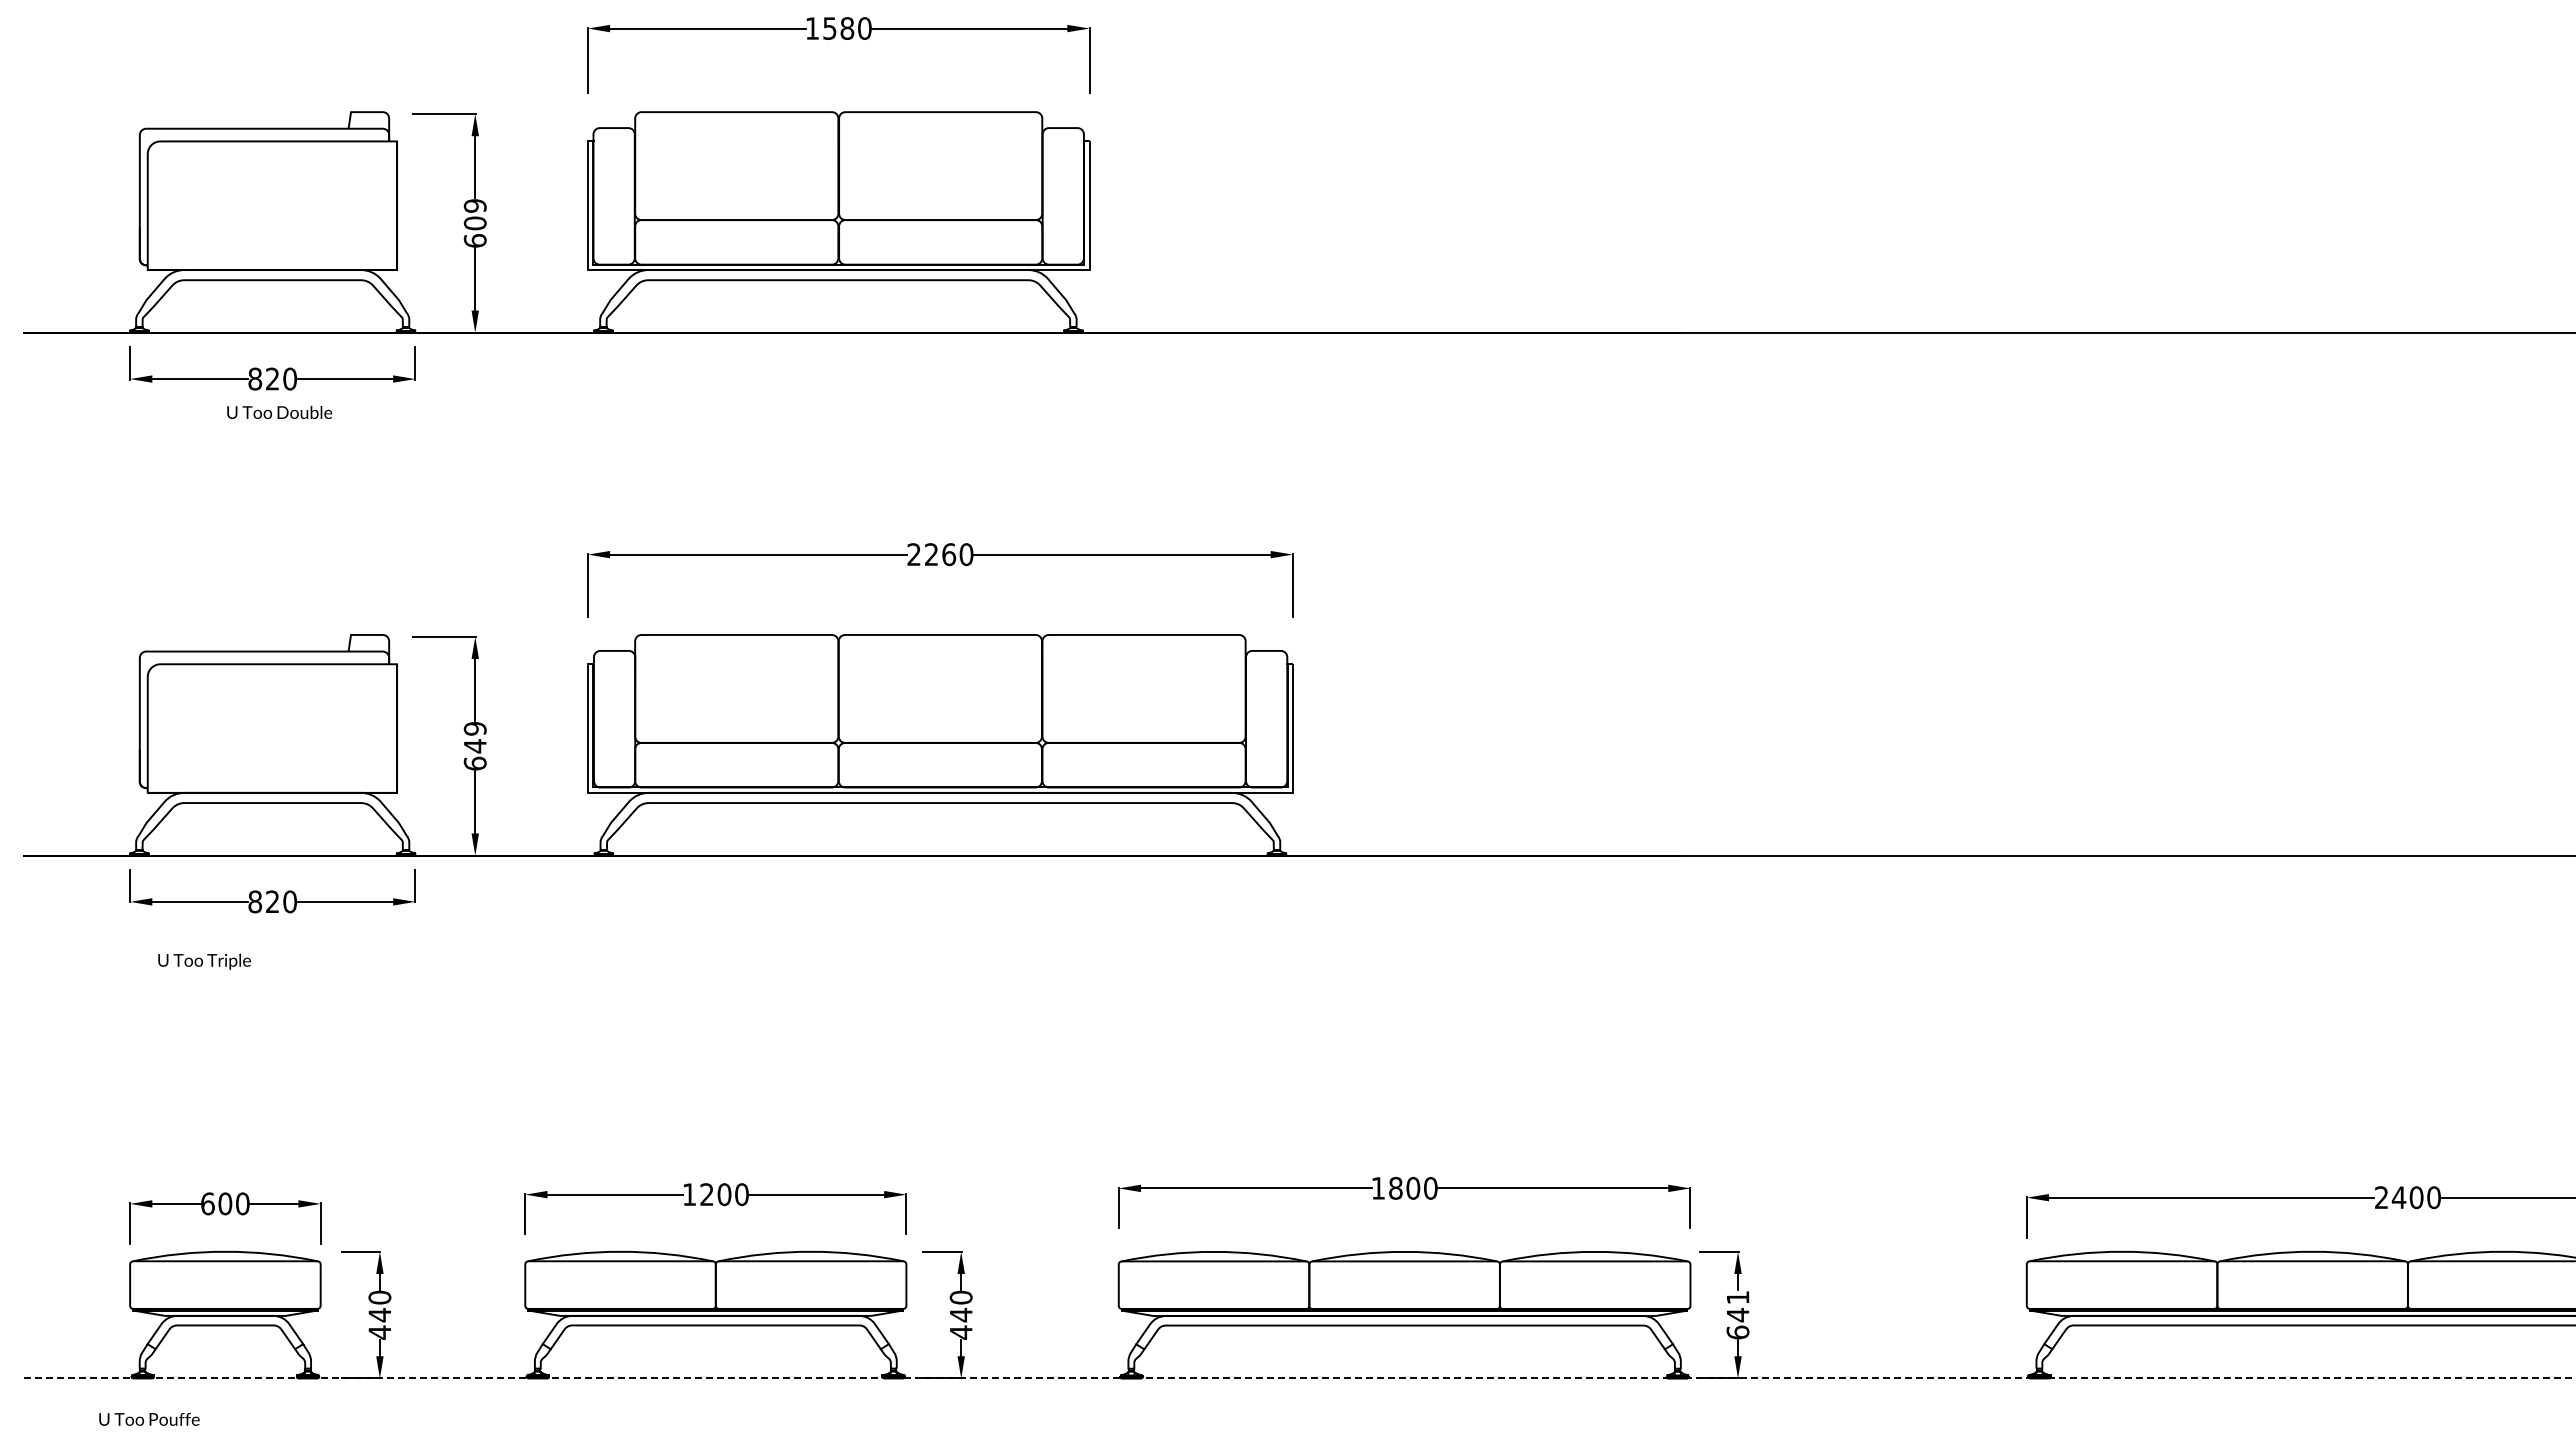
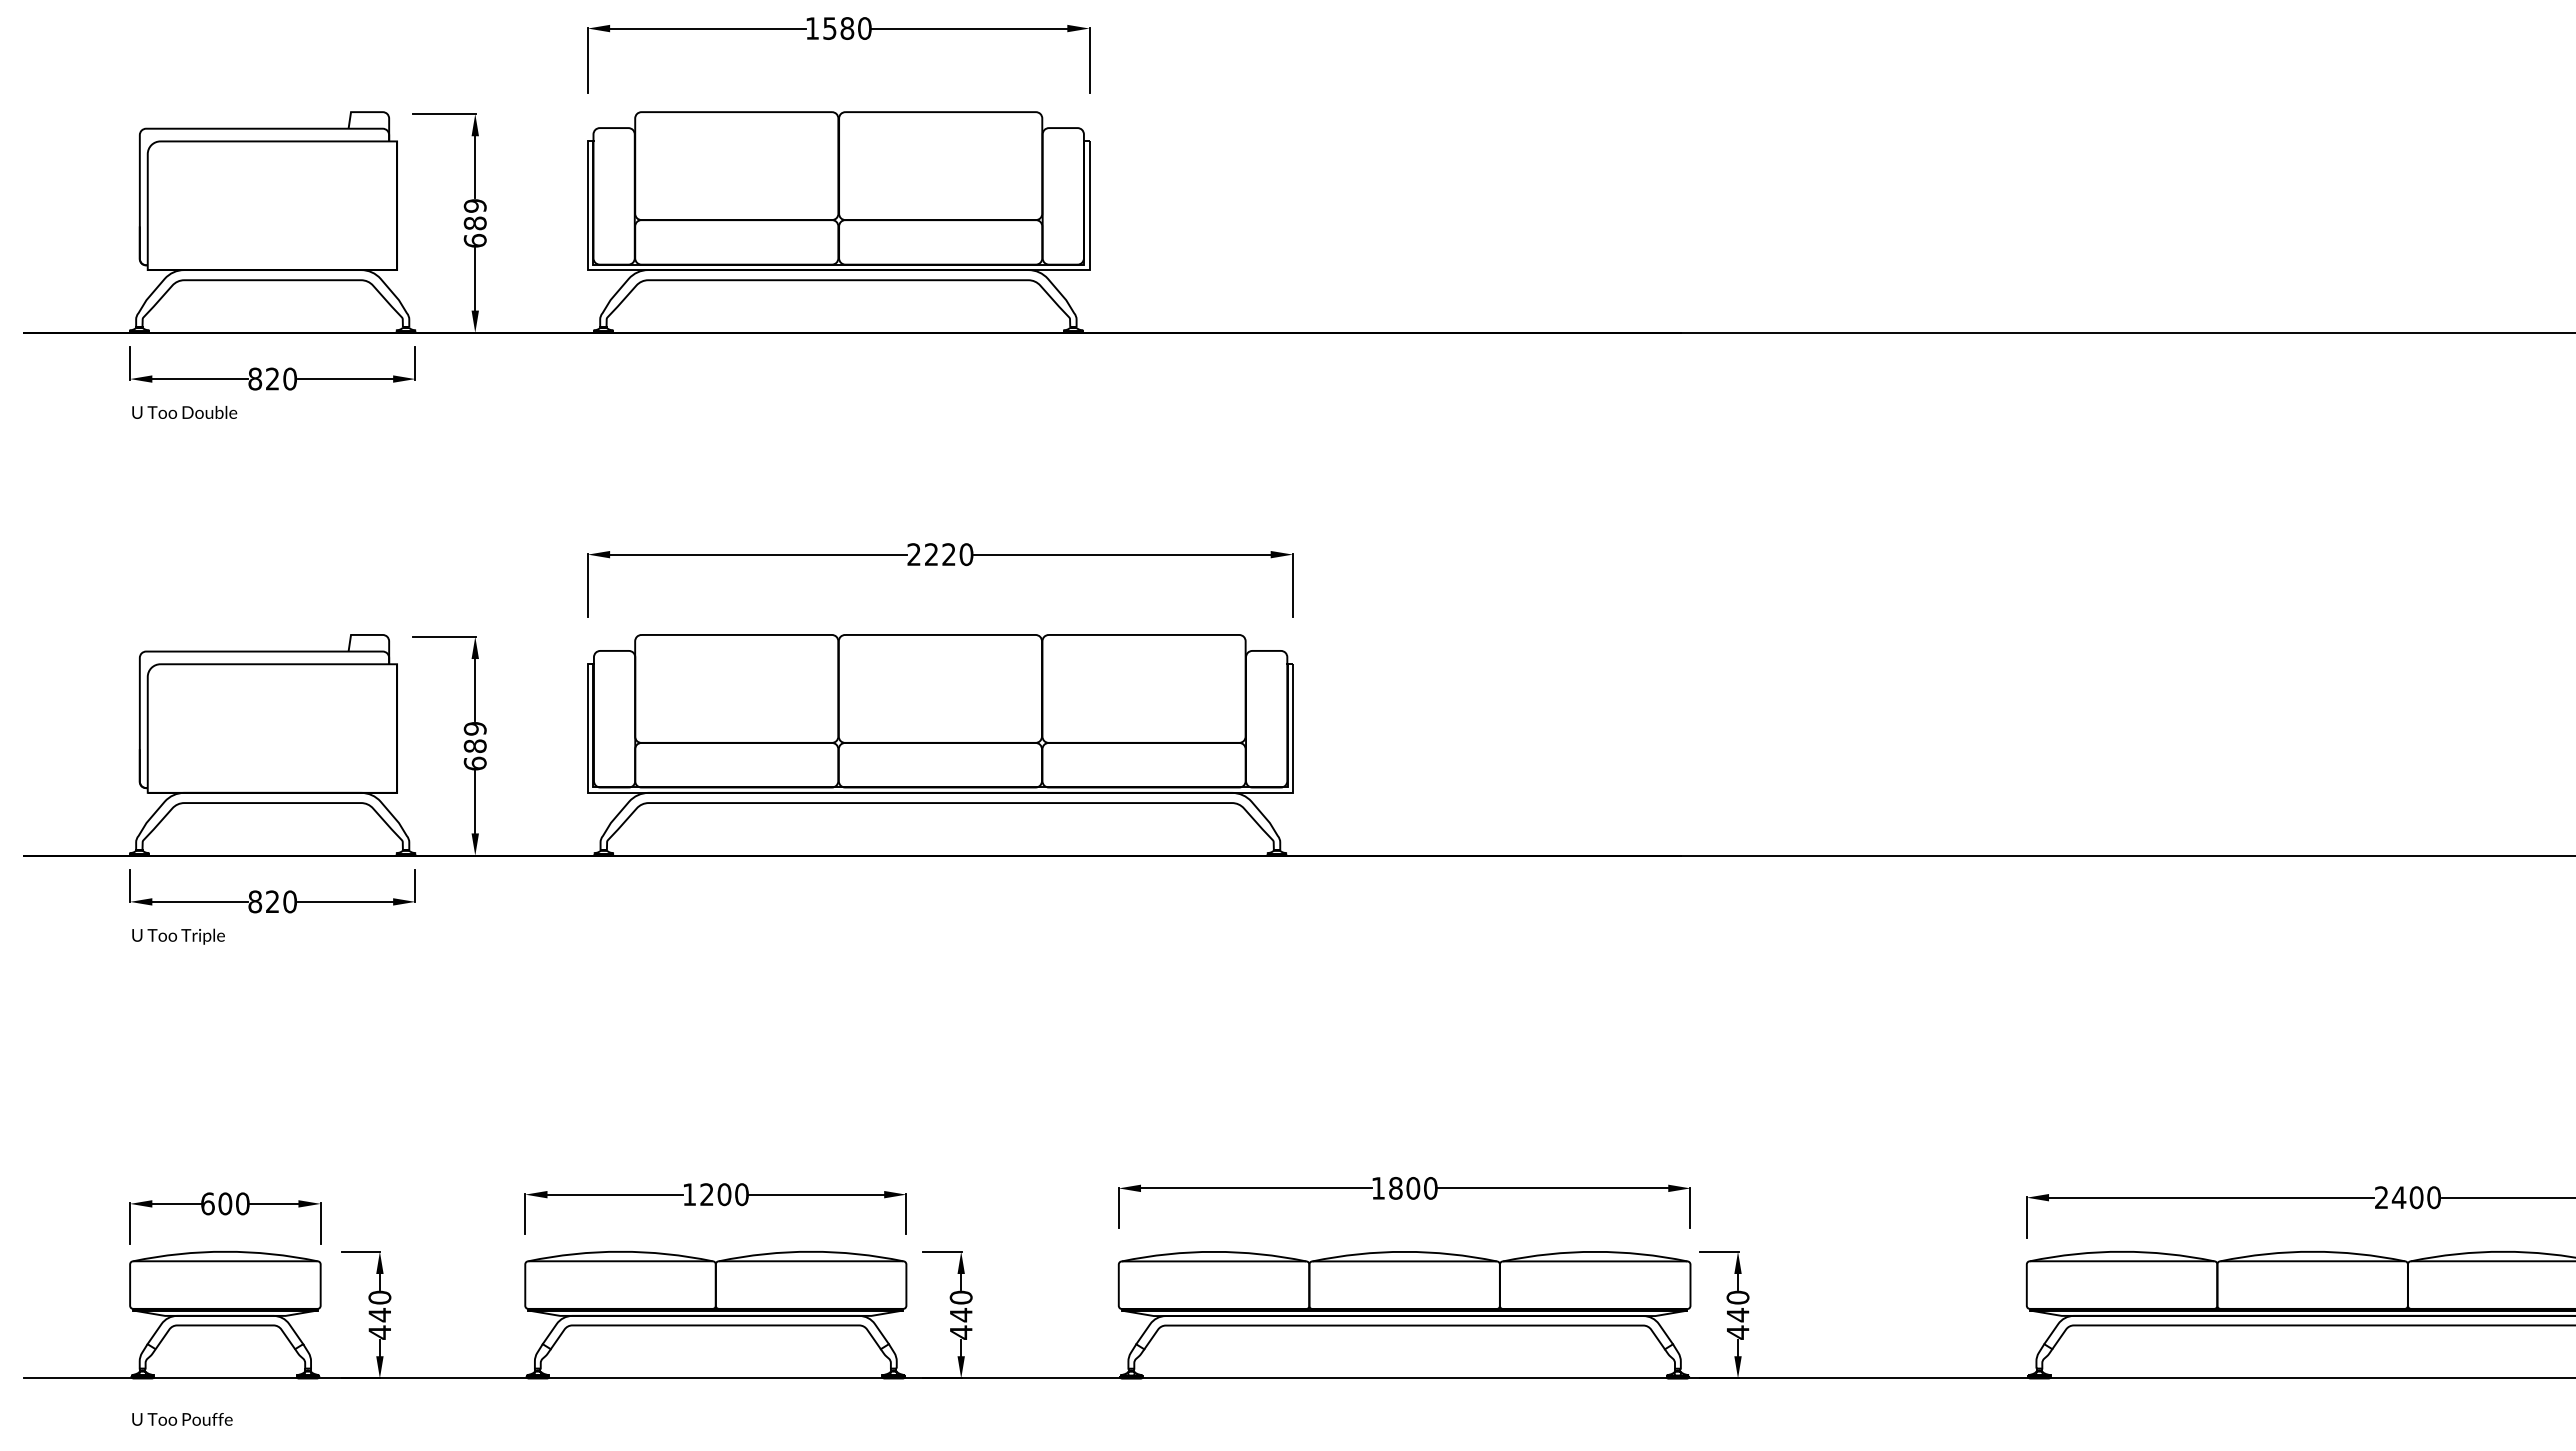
text at (475, 223): 609 -> 689
text at (279, 412) position: (279, 412) -> (184, 412)
text at (949, 554): 2260 -> 2220
text at (474, 746): 649 -> 689
text at (204, 961) position: (204, 961) -> (178, 936)
text at (1737, 1314): 641 -> 440
line at (1300, 1378): dashed -> solid
text at (149, 1419) position: (149, 1419) -> (182, 1419)
